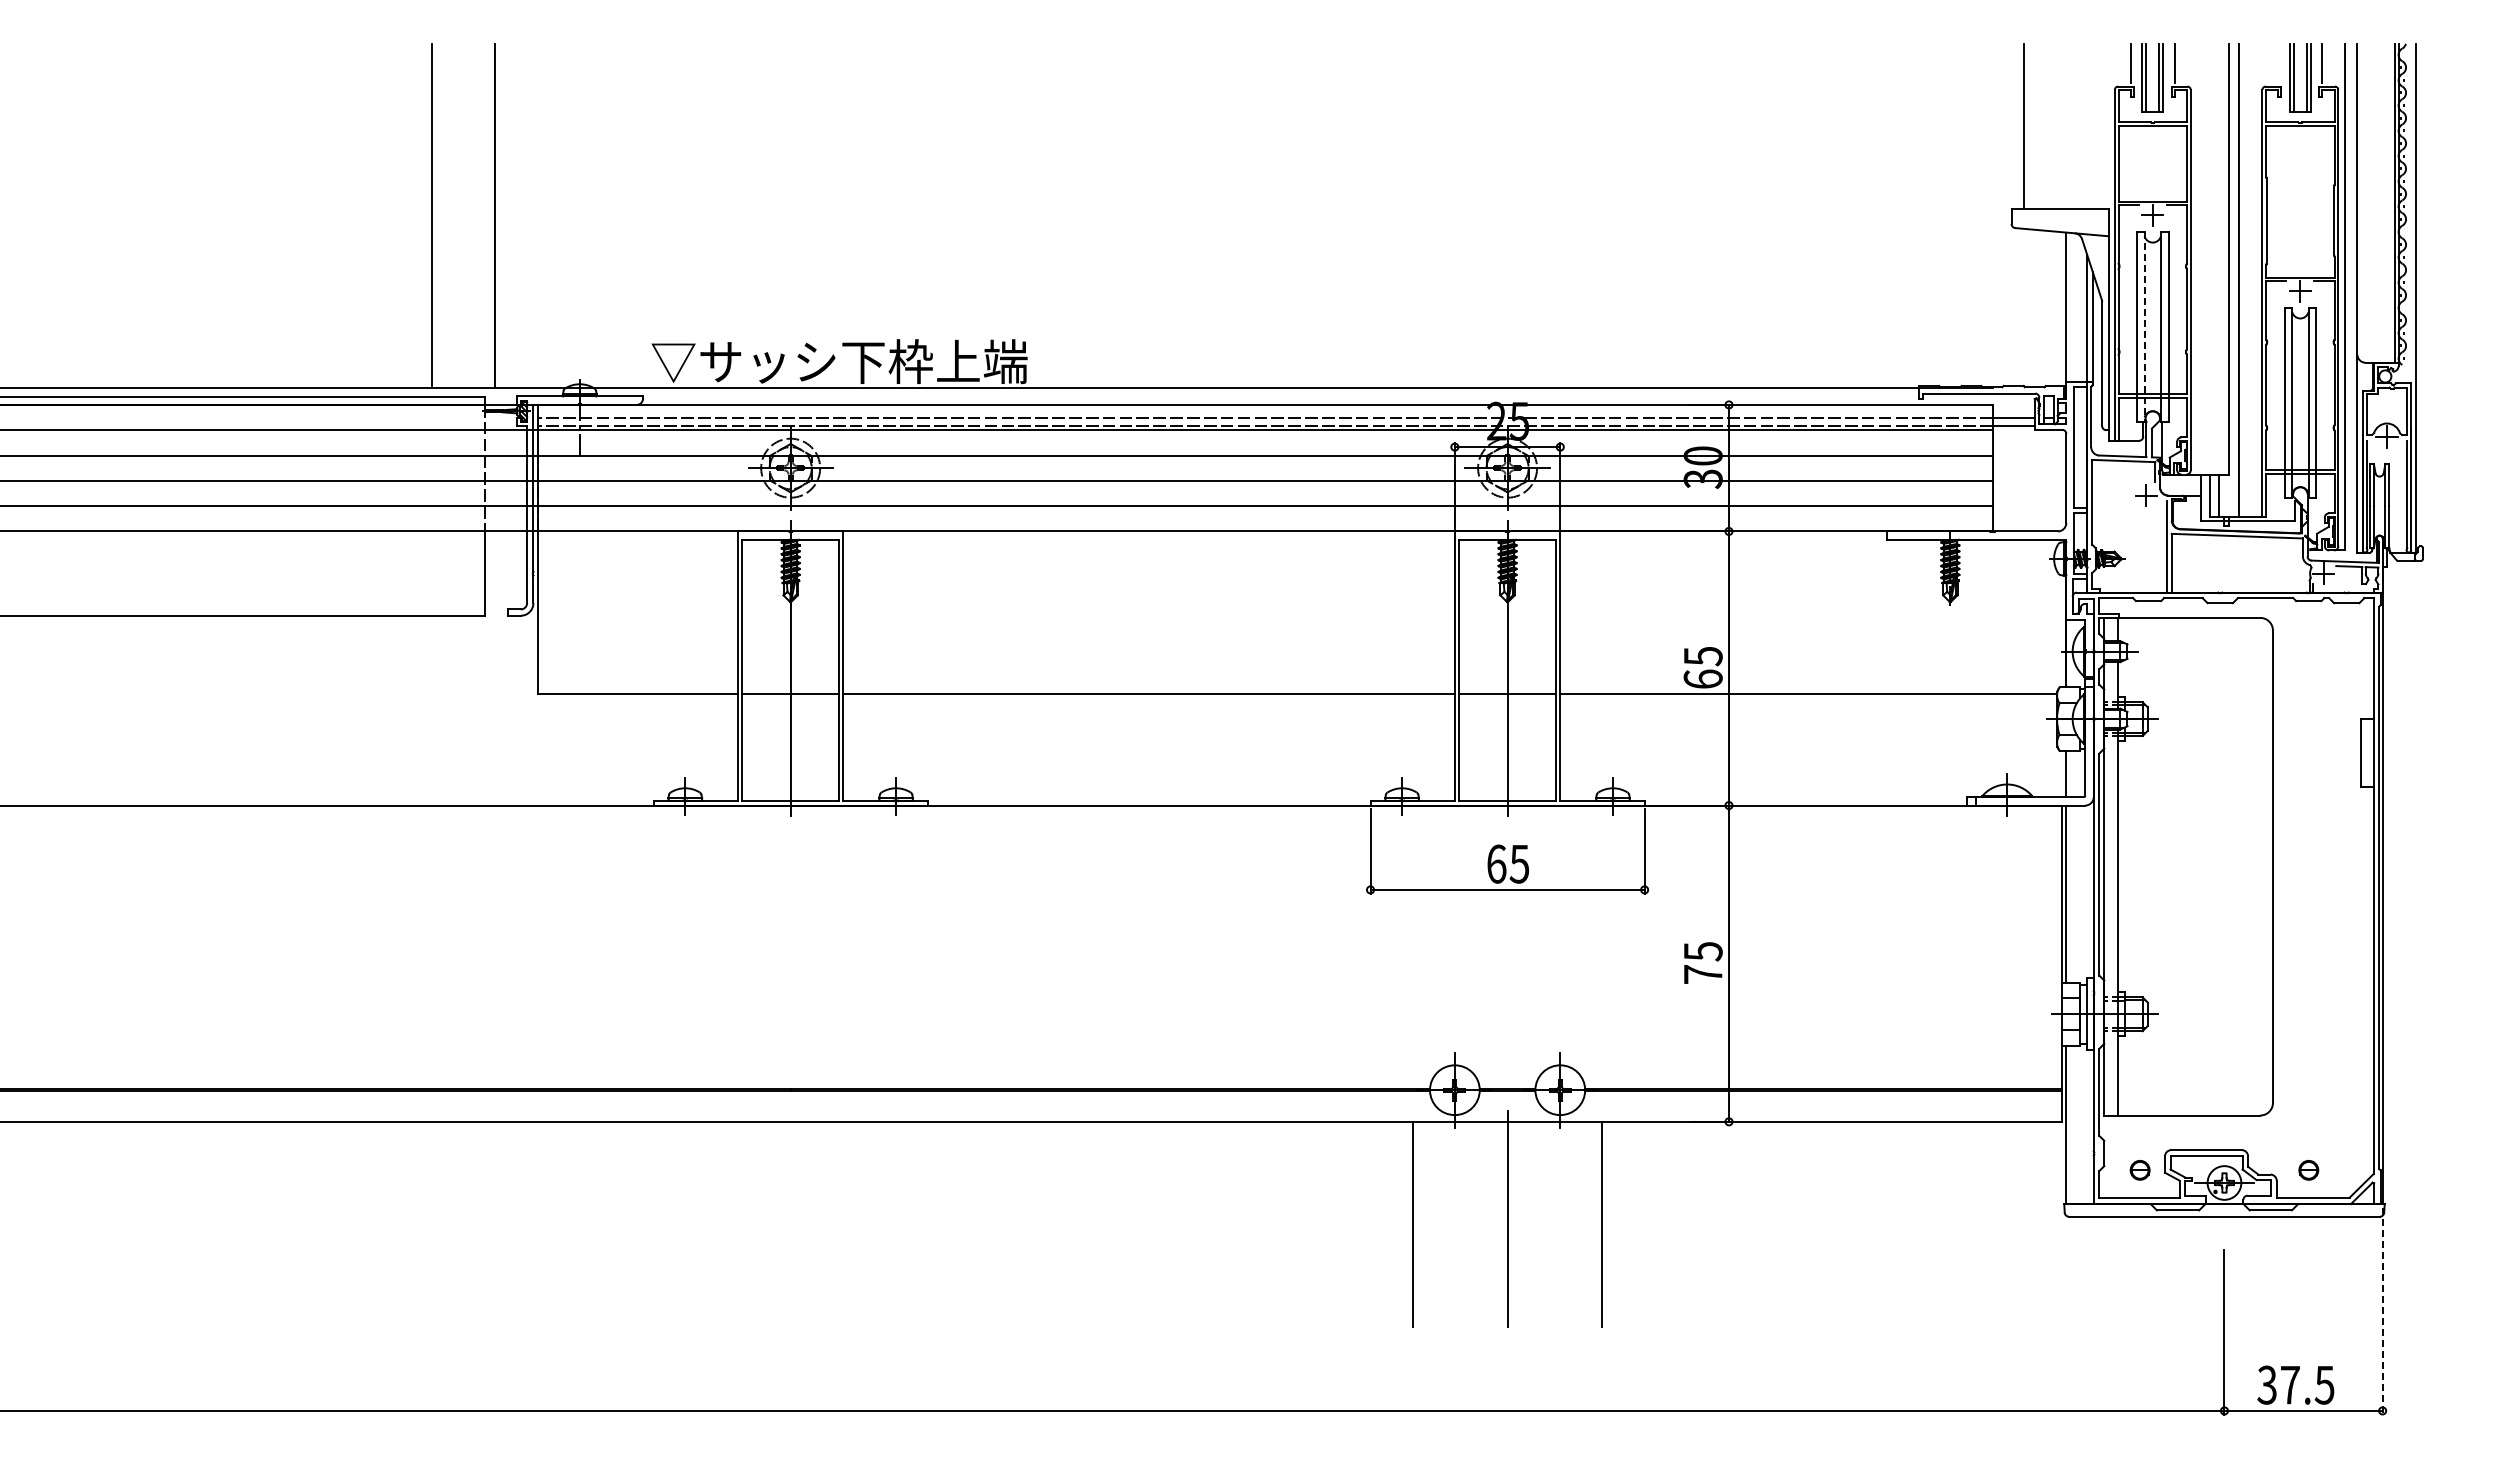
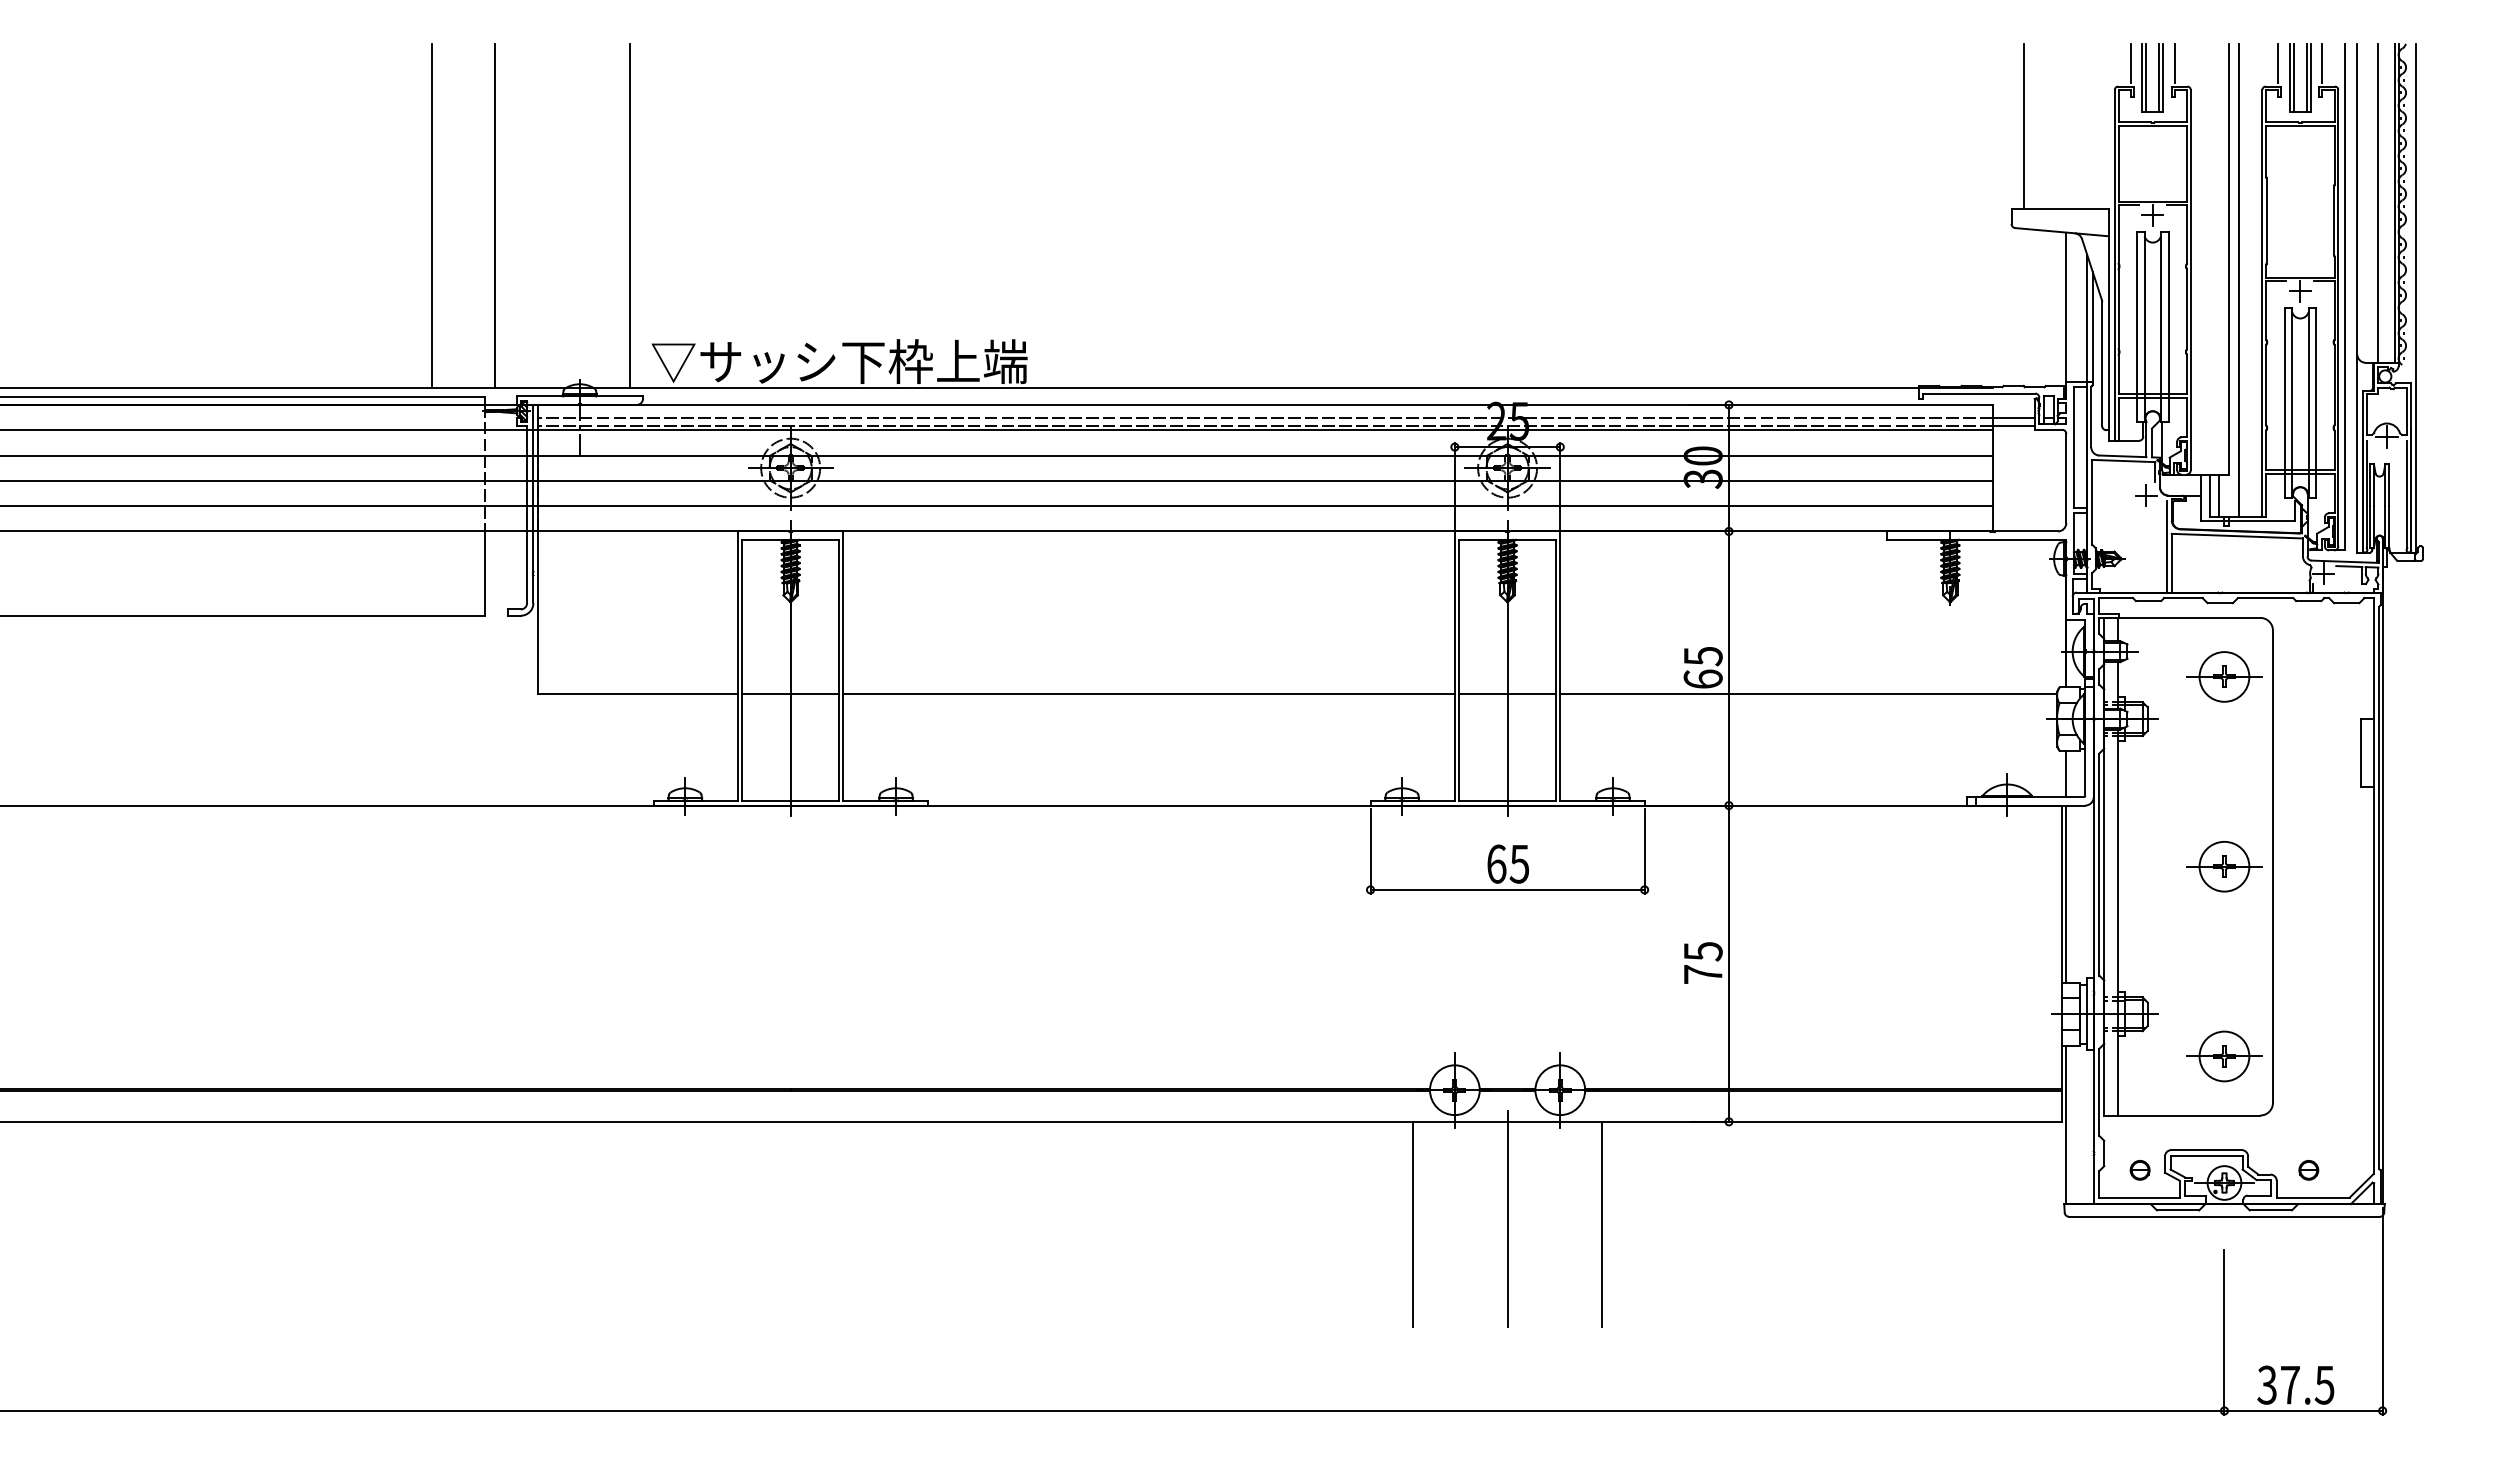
line at (2278, 62): none -> present
line at (2377, 202): none -> present
line at (630, 215): none -> present
line at (2144, 326): dashed -> solid
part at (2224, 676): none -> present
part at (2224, 866): none -> present
part at (2224, 1056): none -> present
line at (2382, 1312): dashed -> solid
